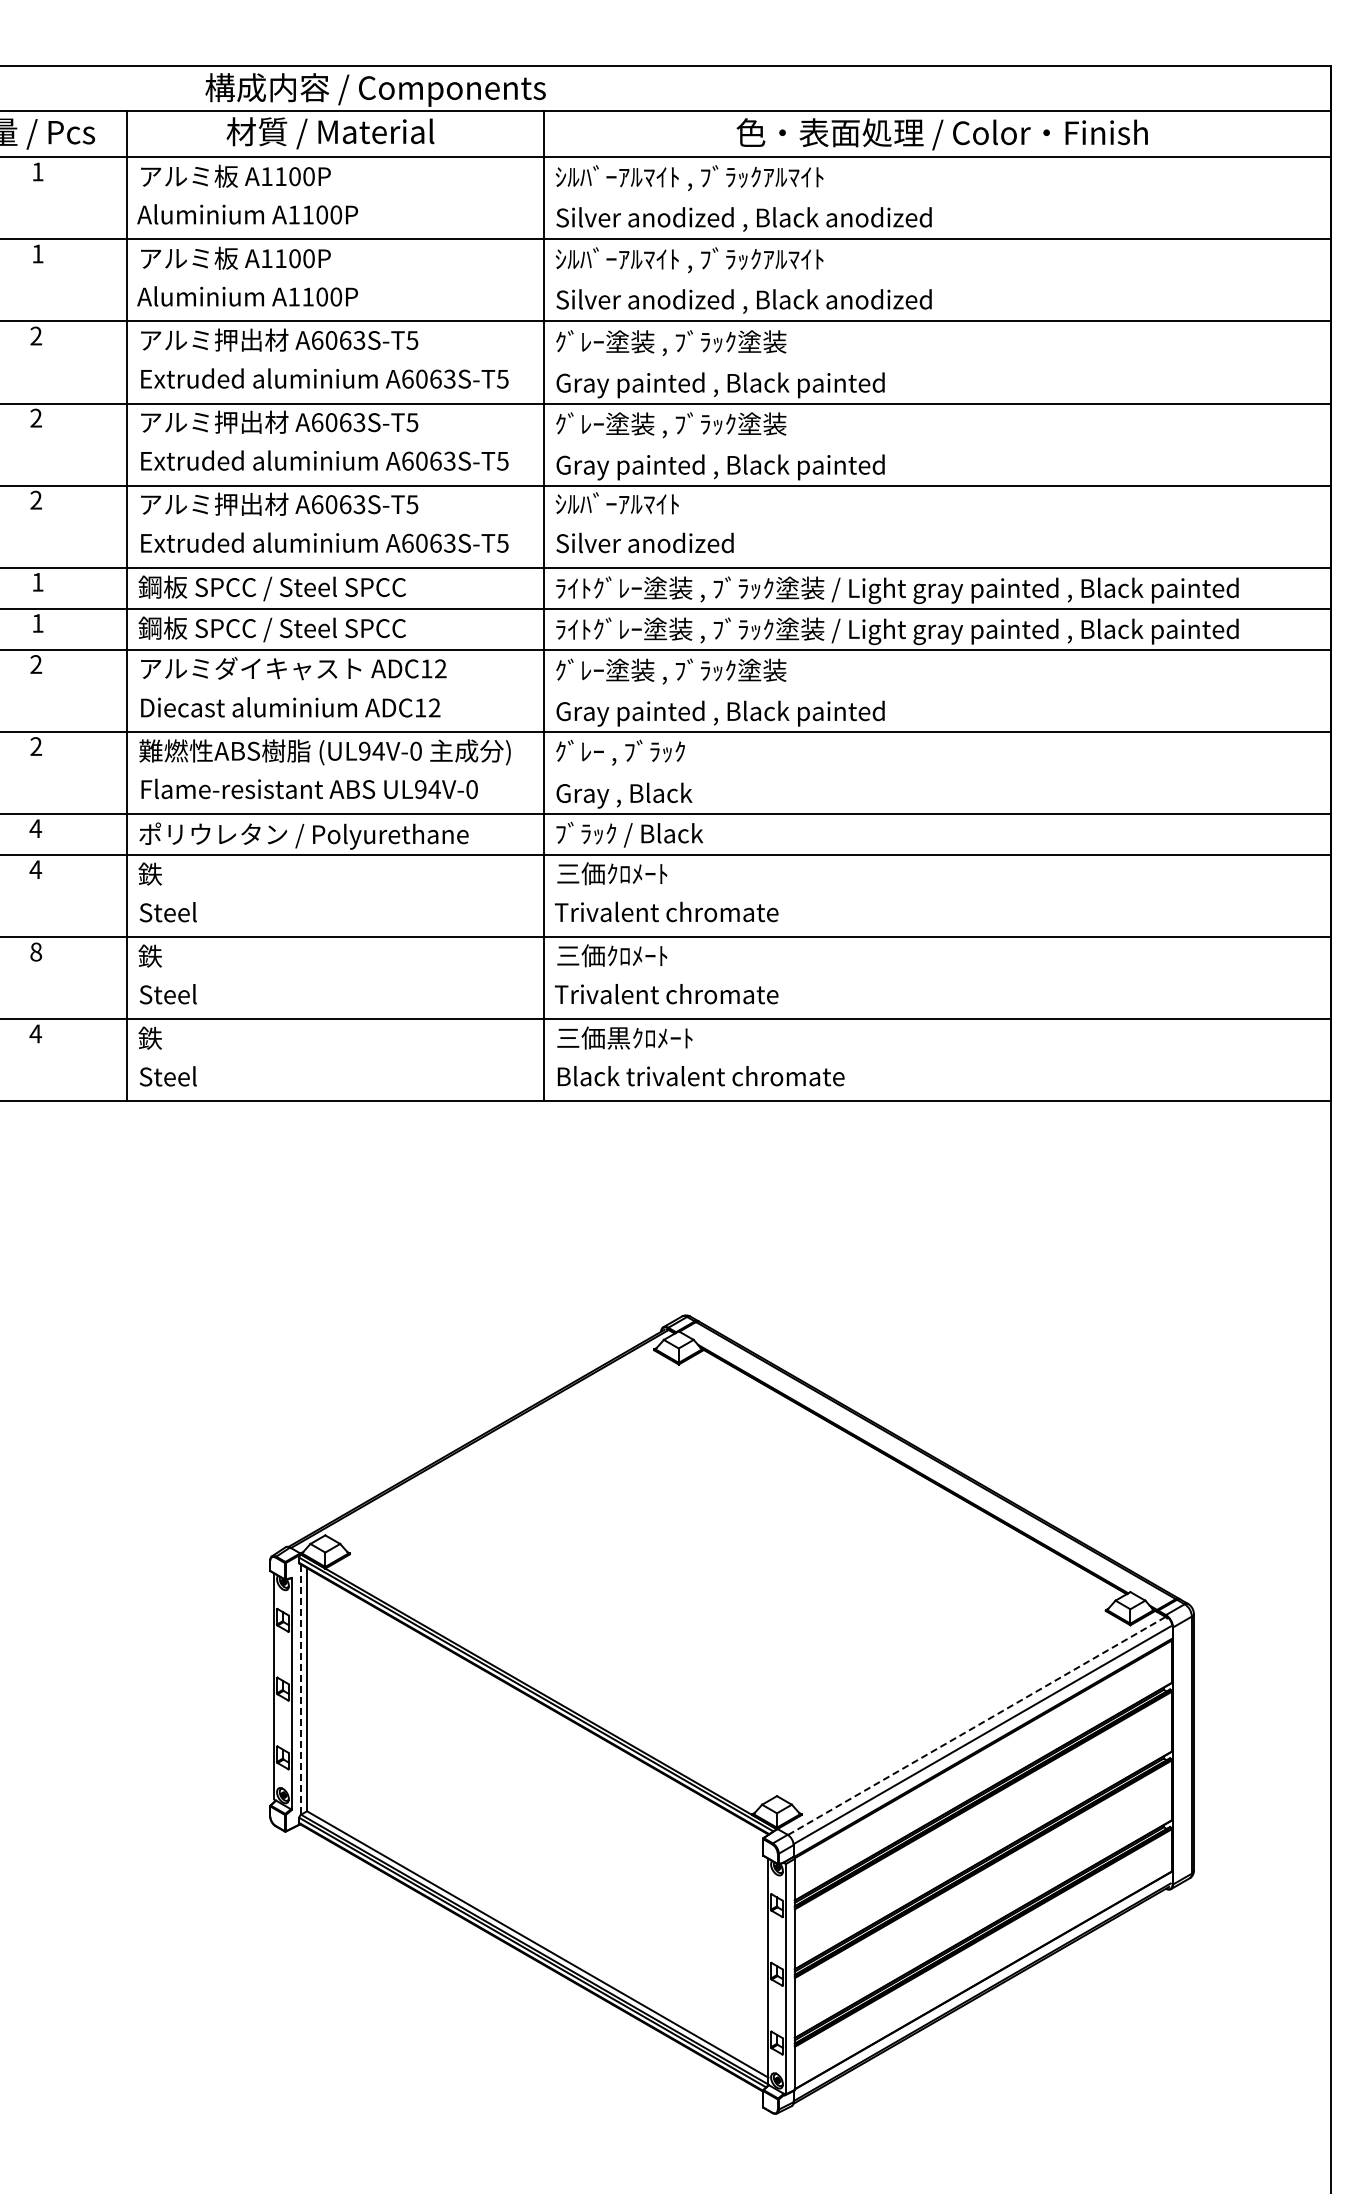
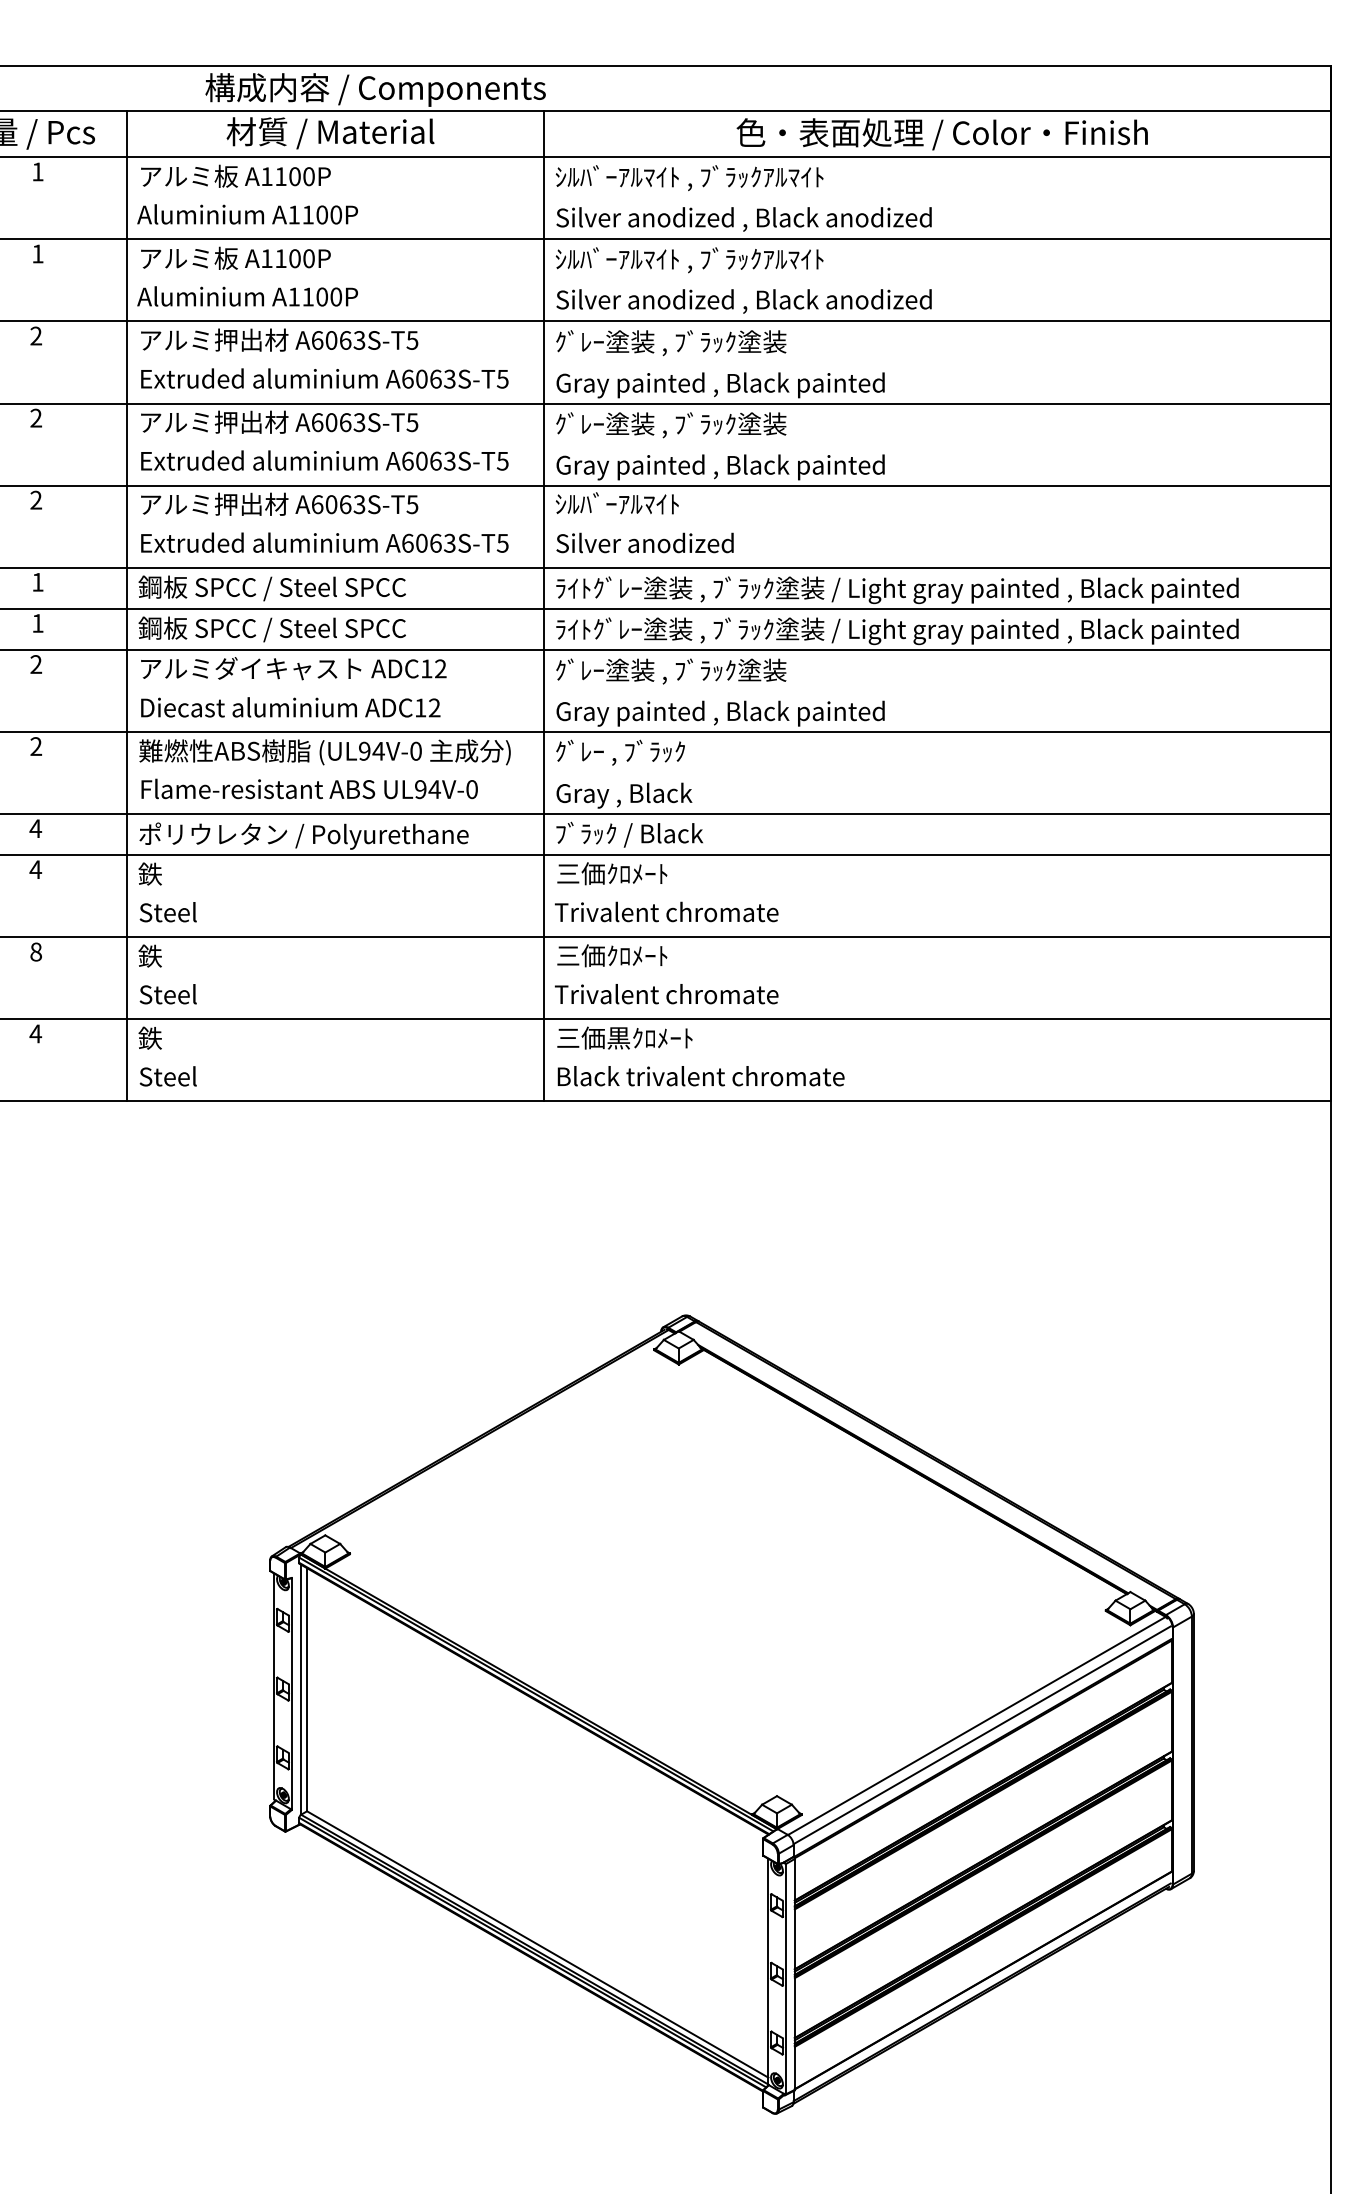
line at (300, 1690): dashed -> solid
line at (976, 1726): dashed -> solid
